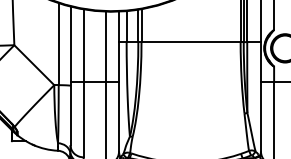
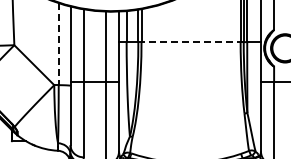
line at (191, 42): solid -> dashed
line at (58, 44): solid -> dashed
